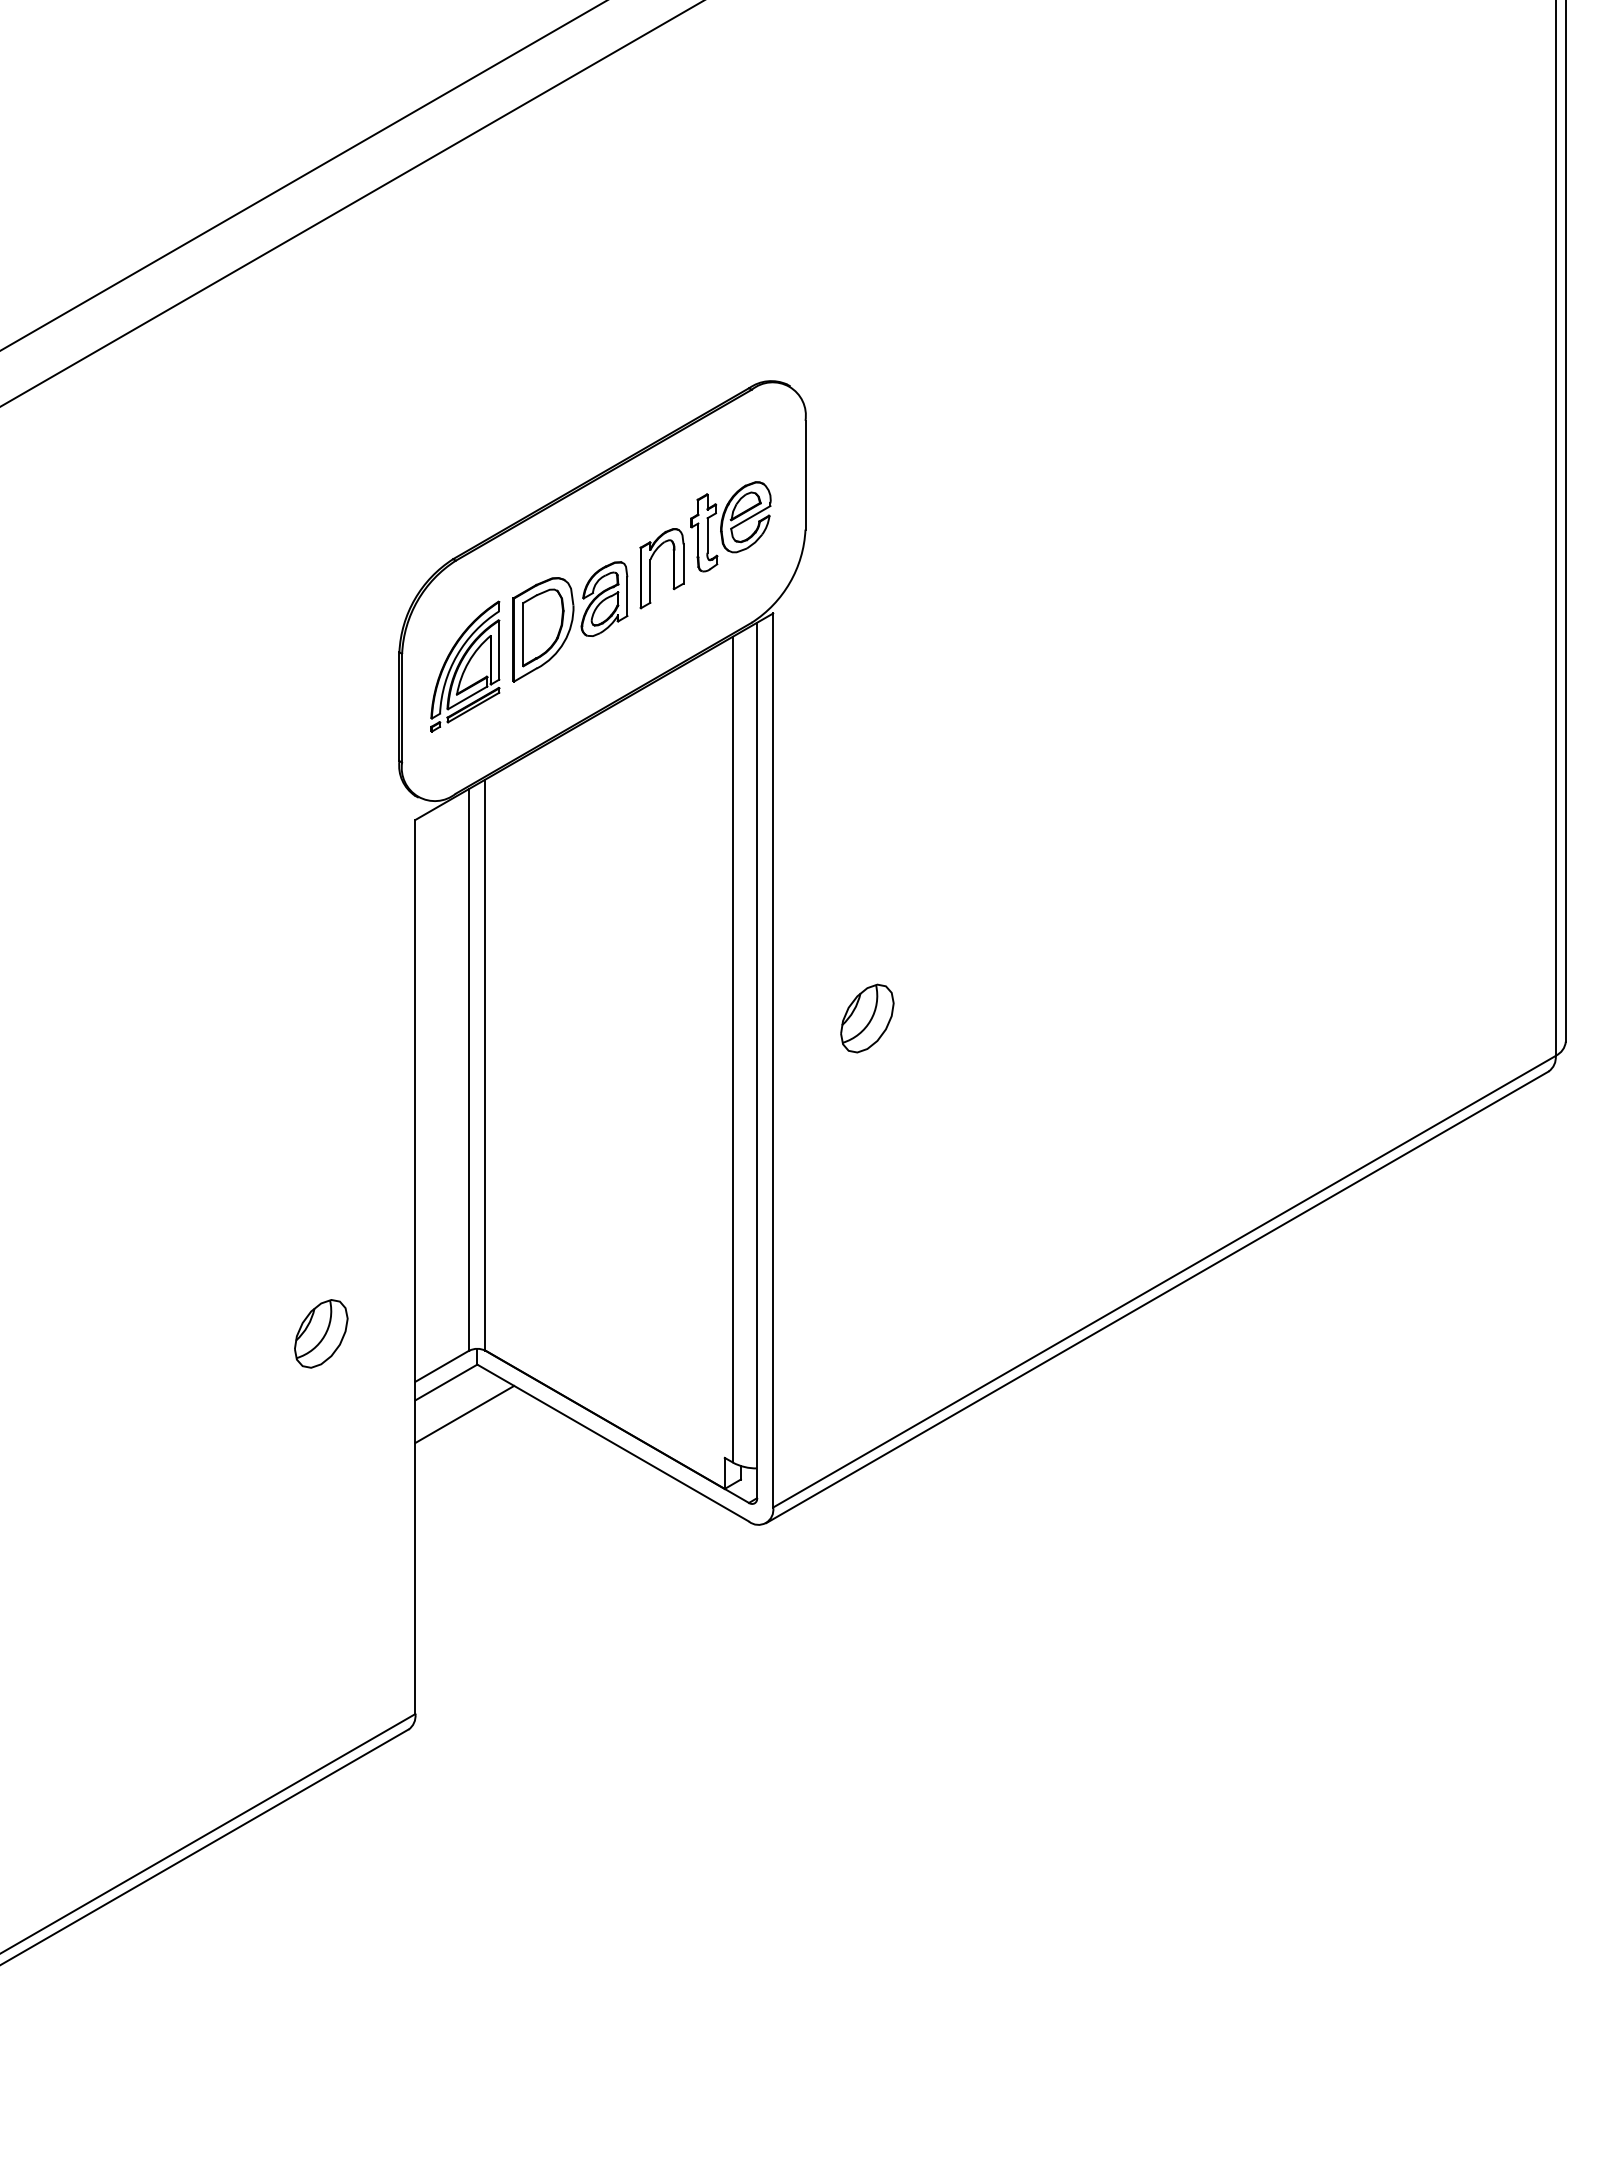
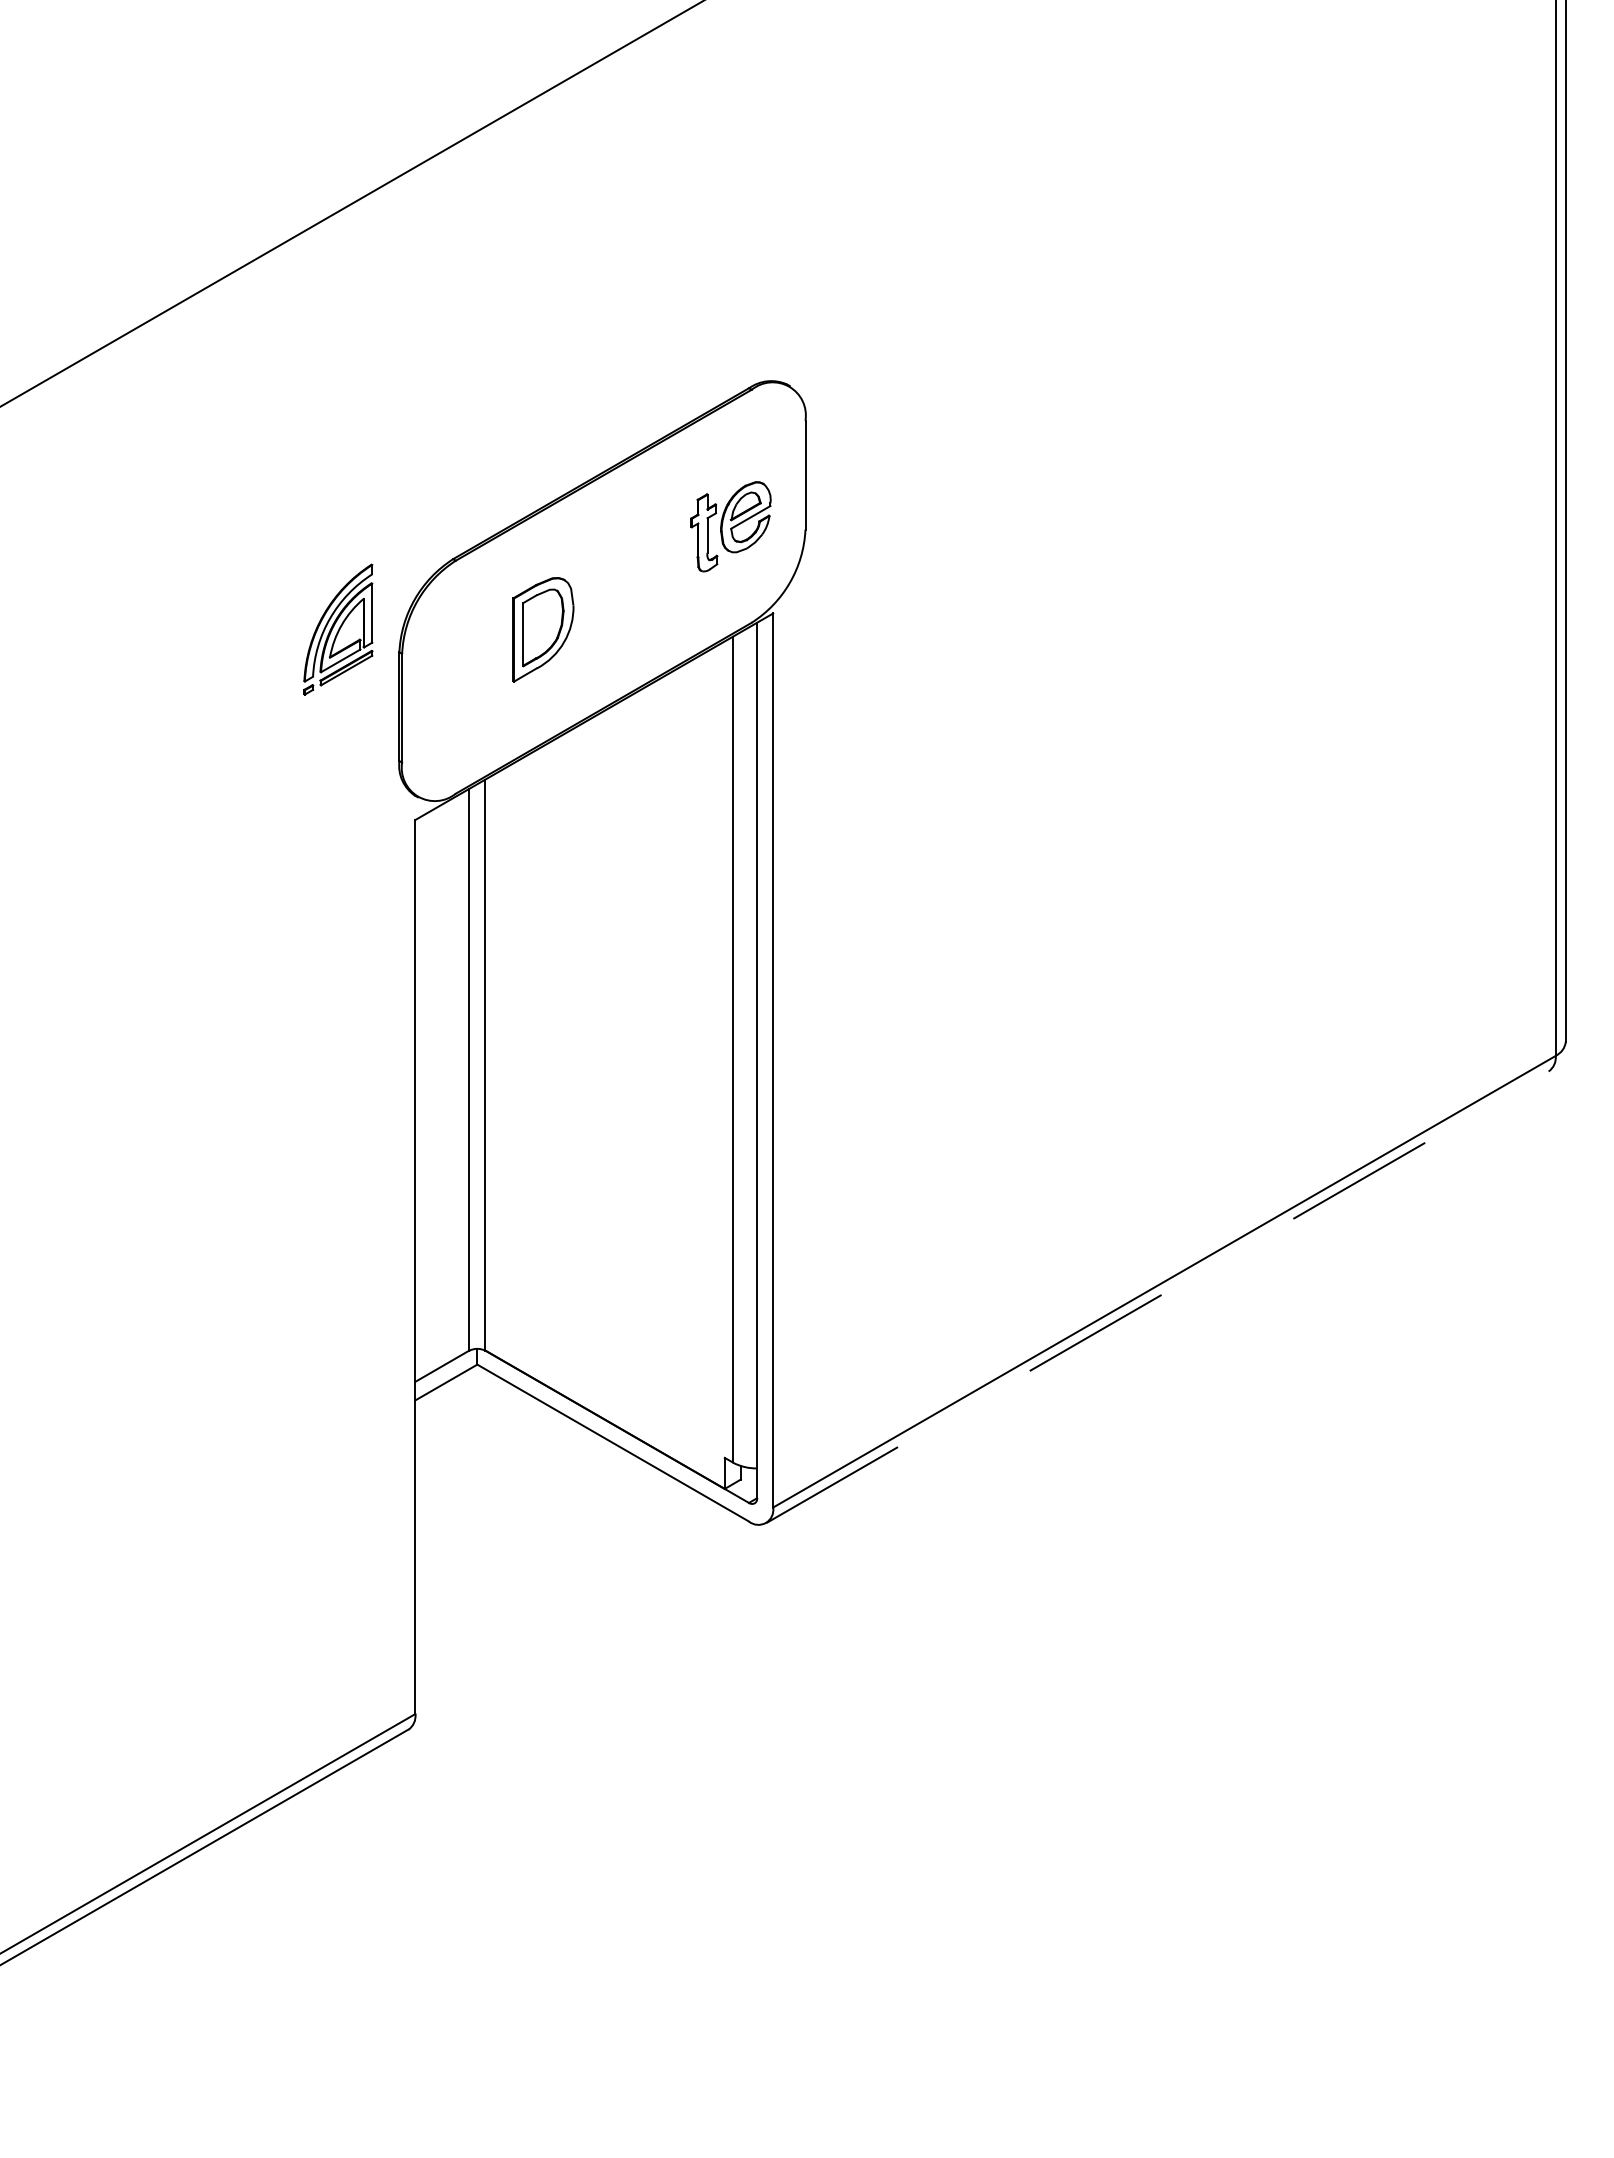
line at (303, 175): present -> none
part at (650, 568): present -> none
part at (604, 598): present -> none
part at (465, 666) position: (465, 666) -> (338, 629)
part at (867, 1018): present -> none
line at (1157, 1297): solid -> dashed
part at (321, 1333): present -> none
line at (464, 1414): present -> none
